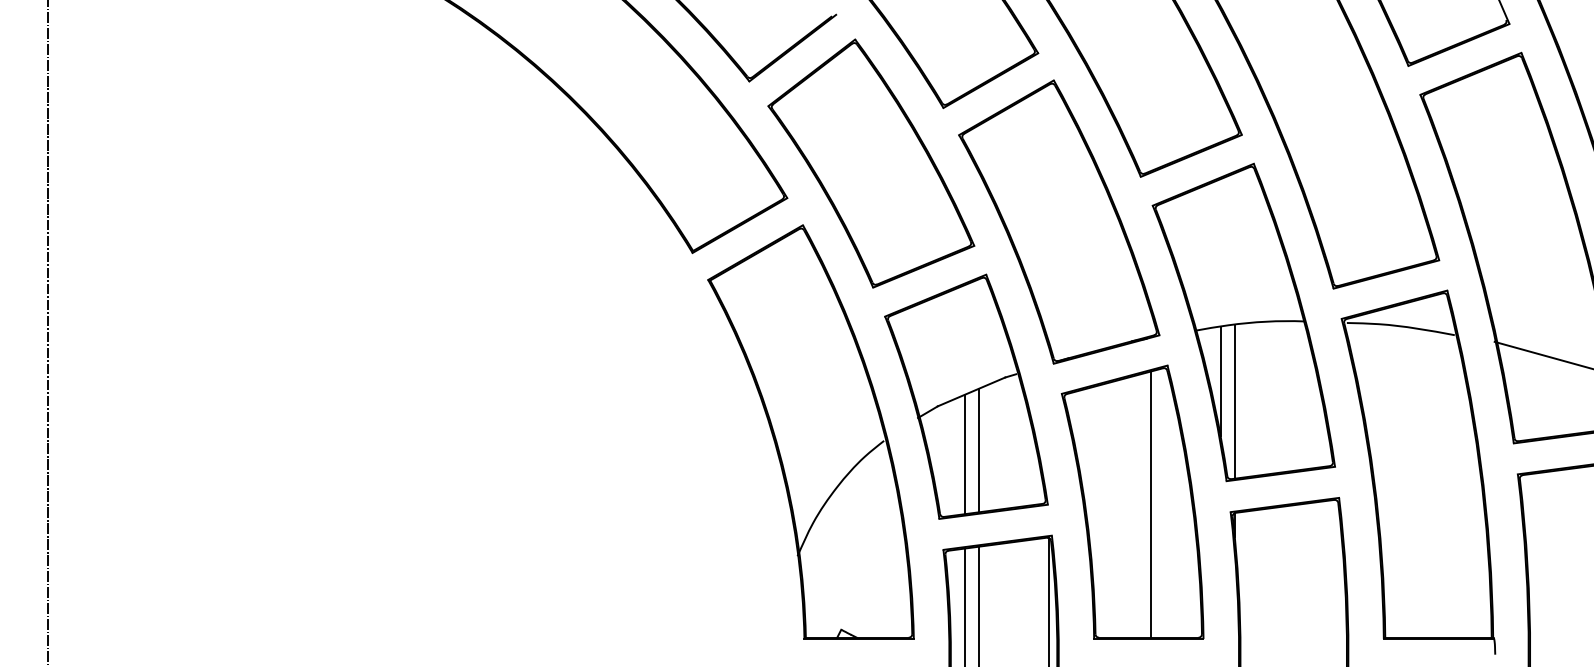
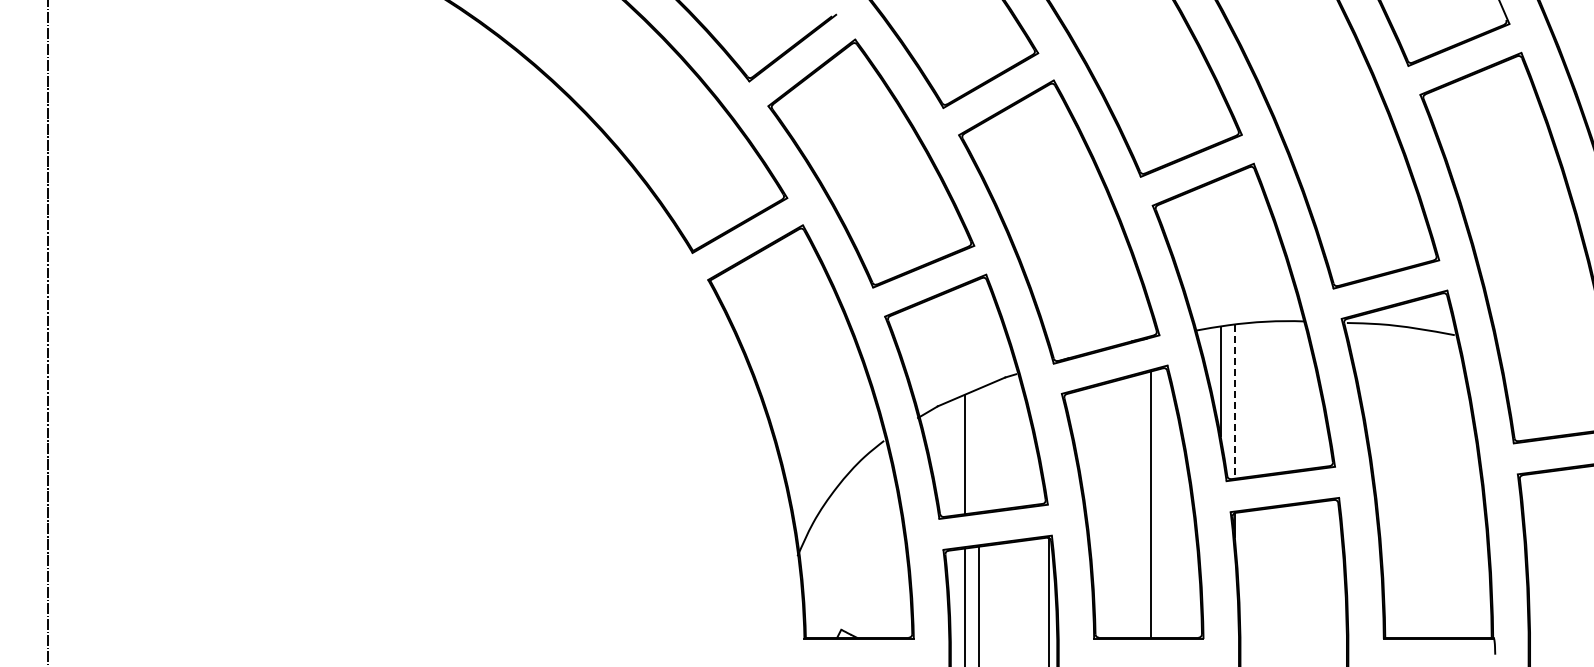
line at (1542, 354): present -> none
line at (1234, 401): solid -> dashed
line at (979, 450): present -> none
